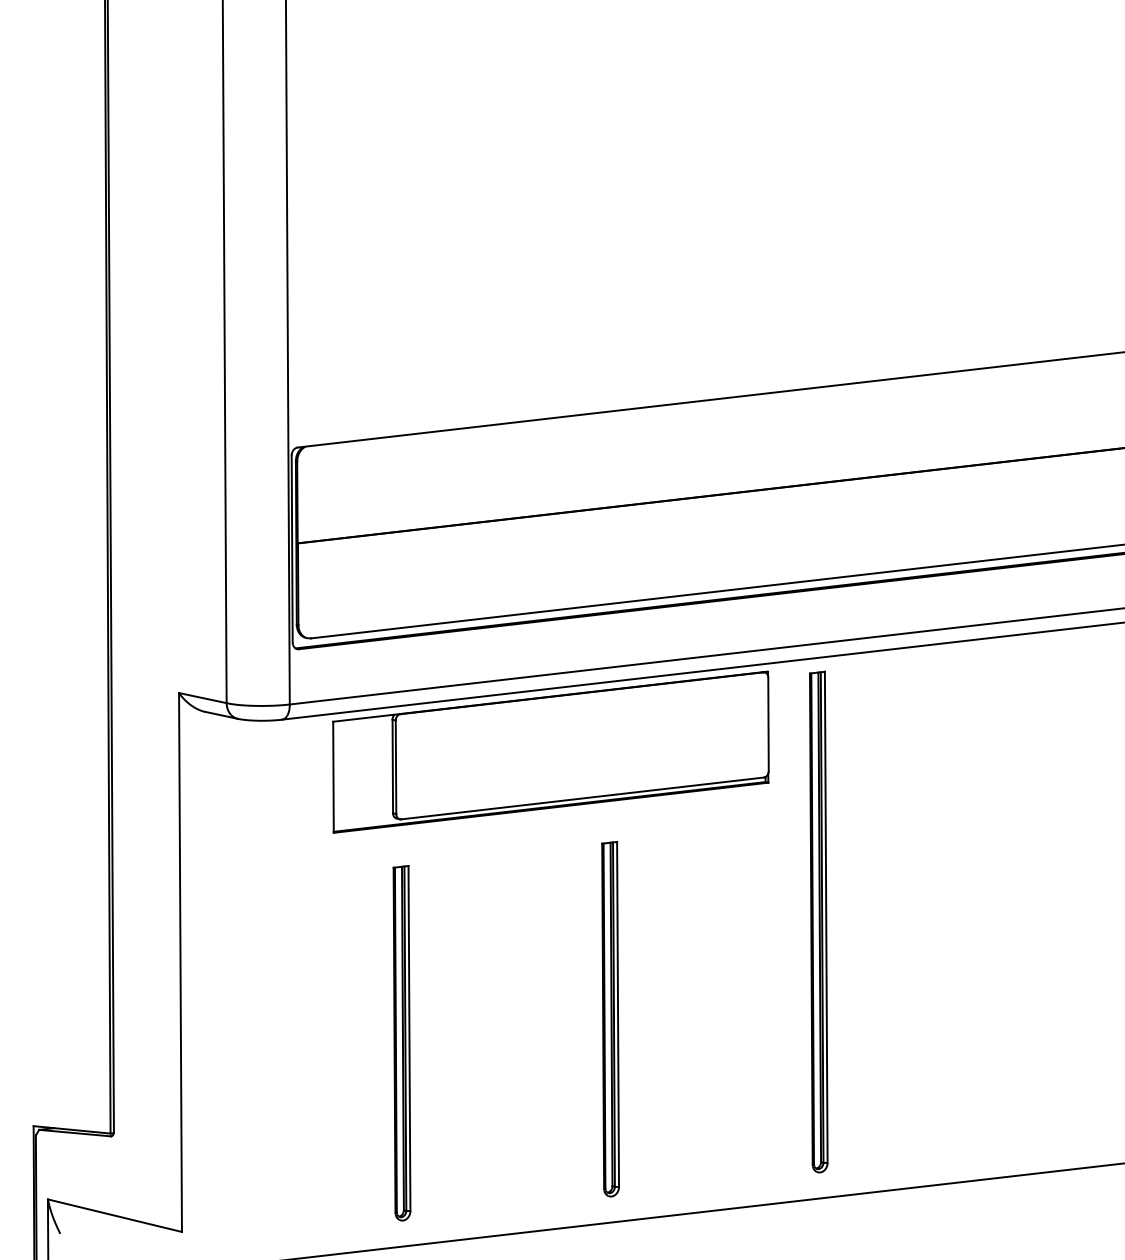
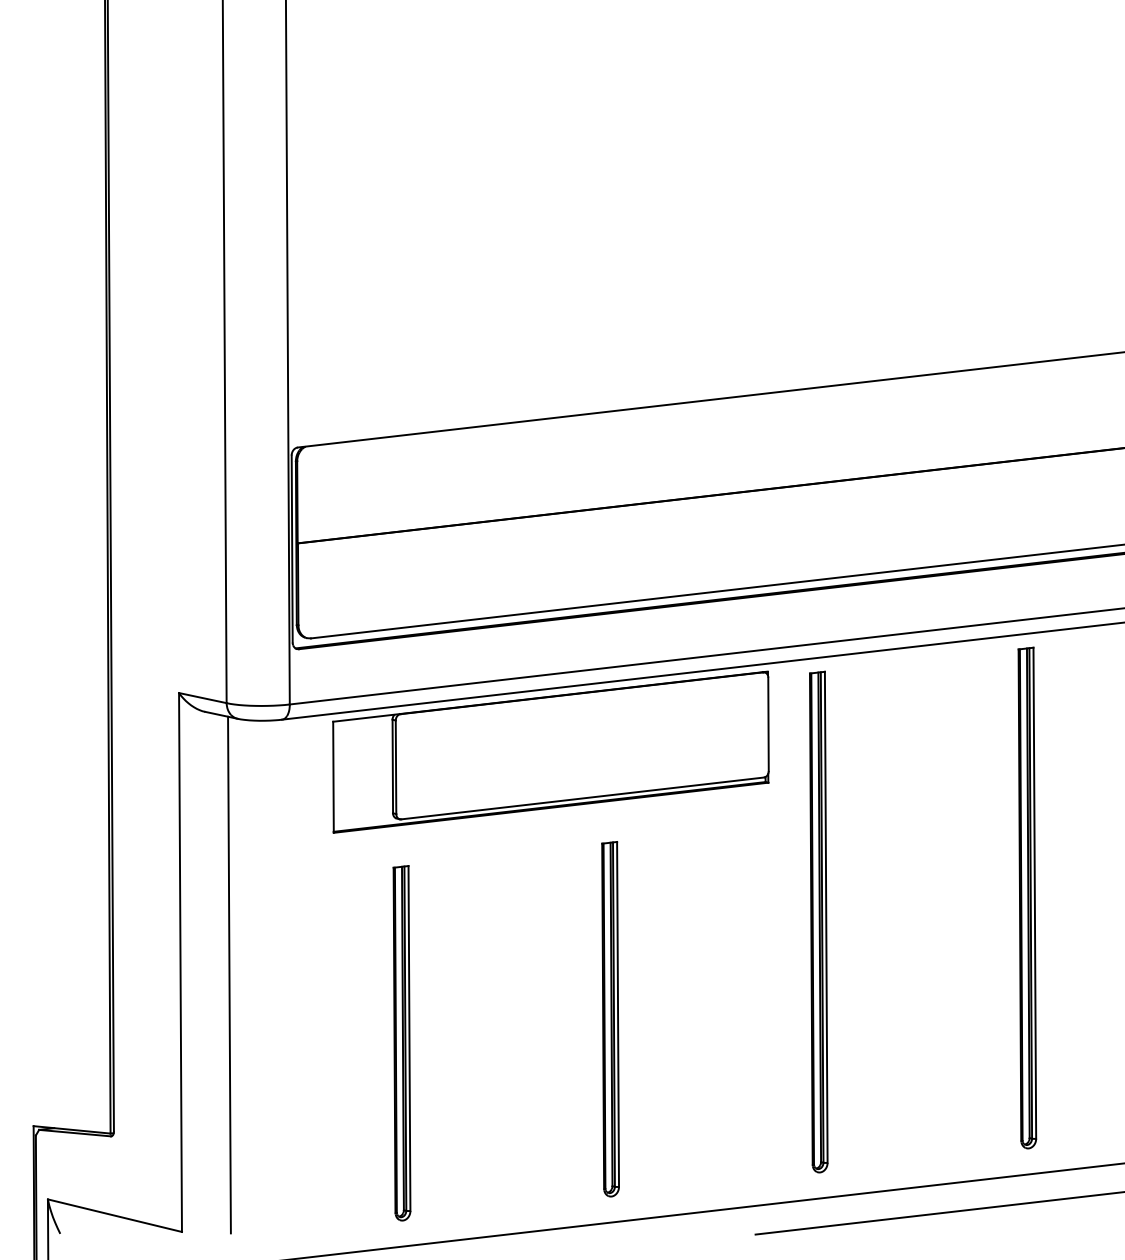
part at (1027, 897): none -> present
line at (229, 974): none -> present
line at (938, 1213): none -> present
